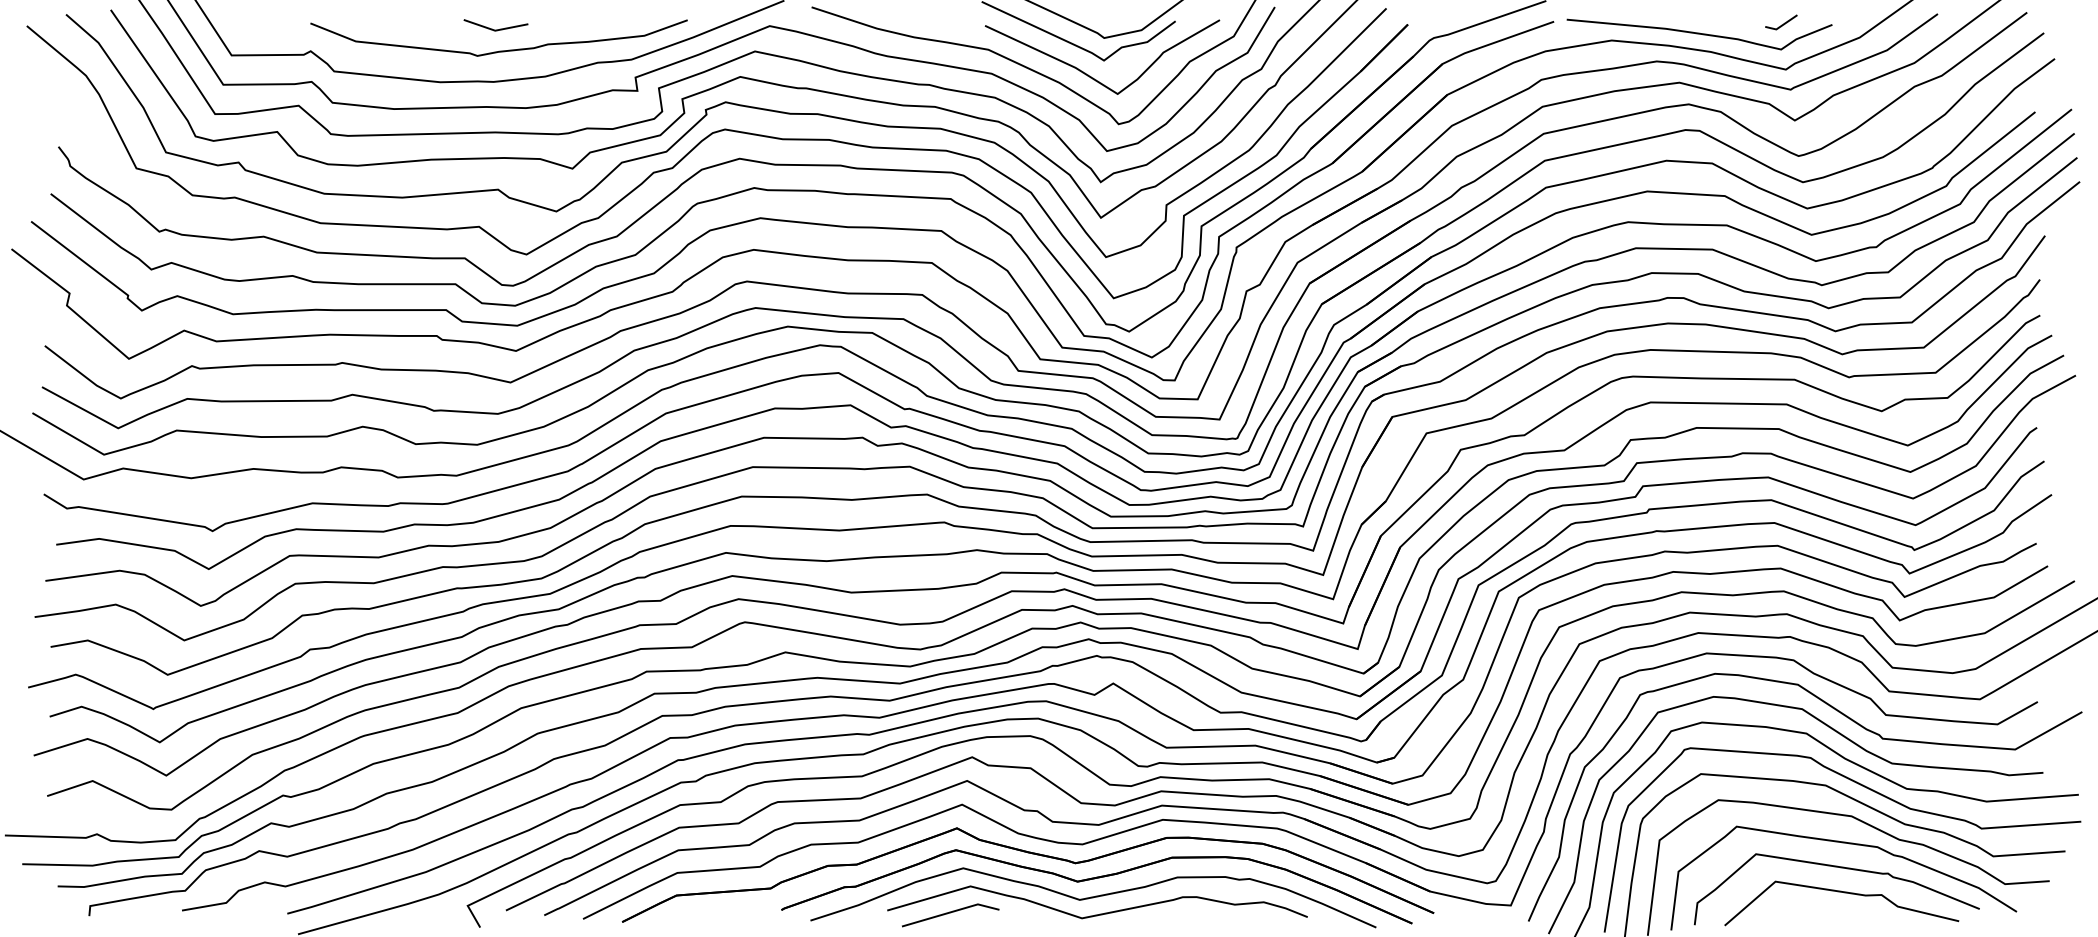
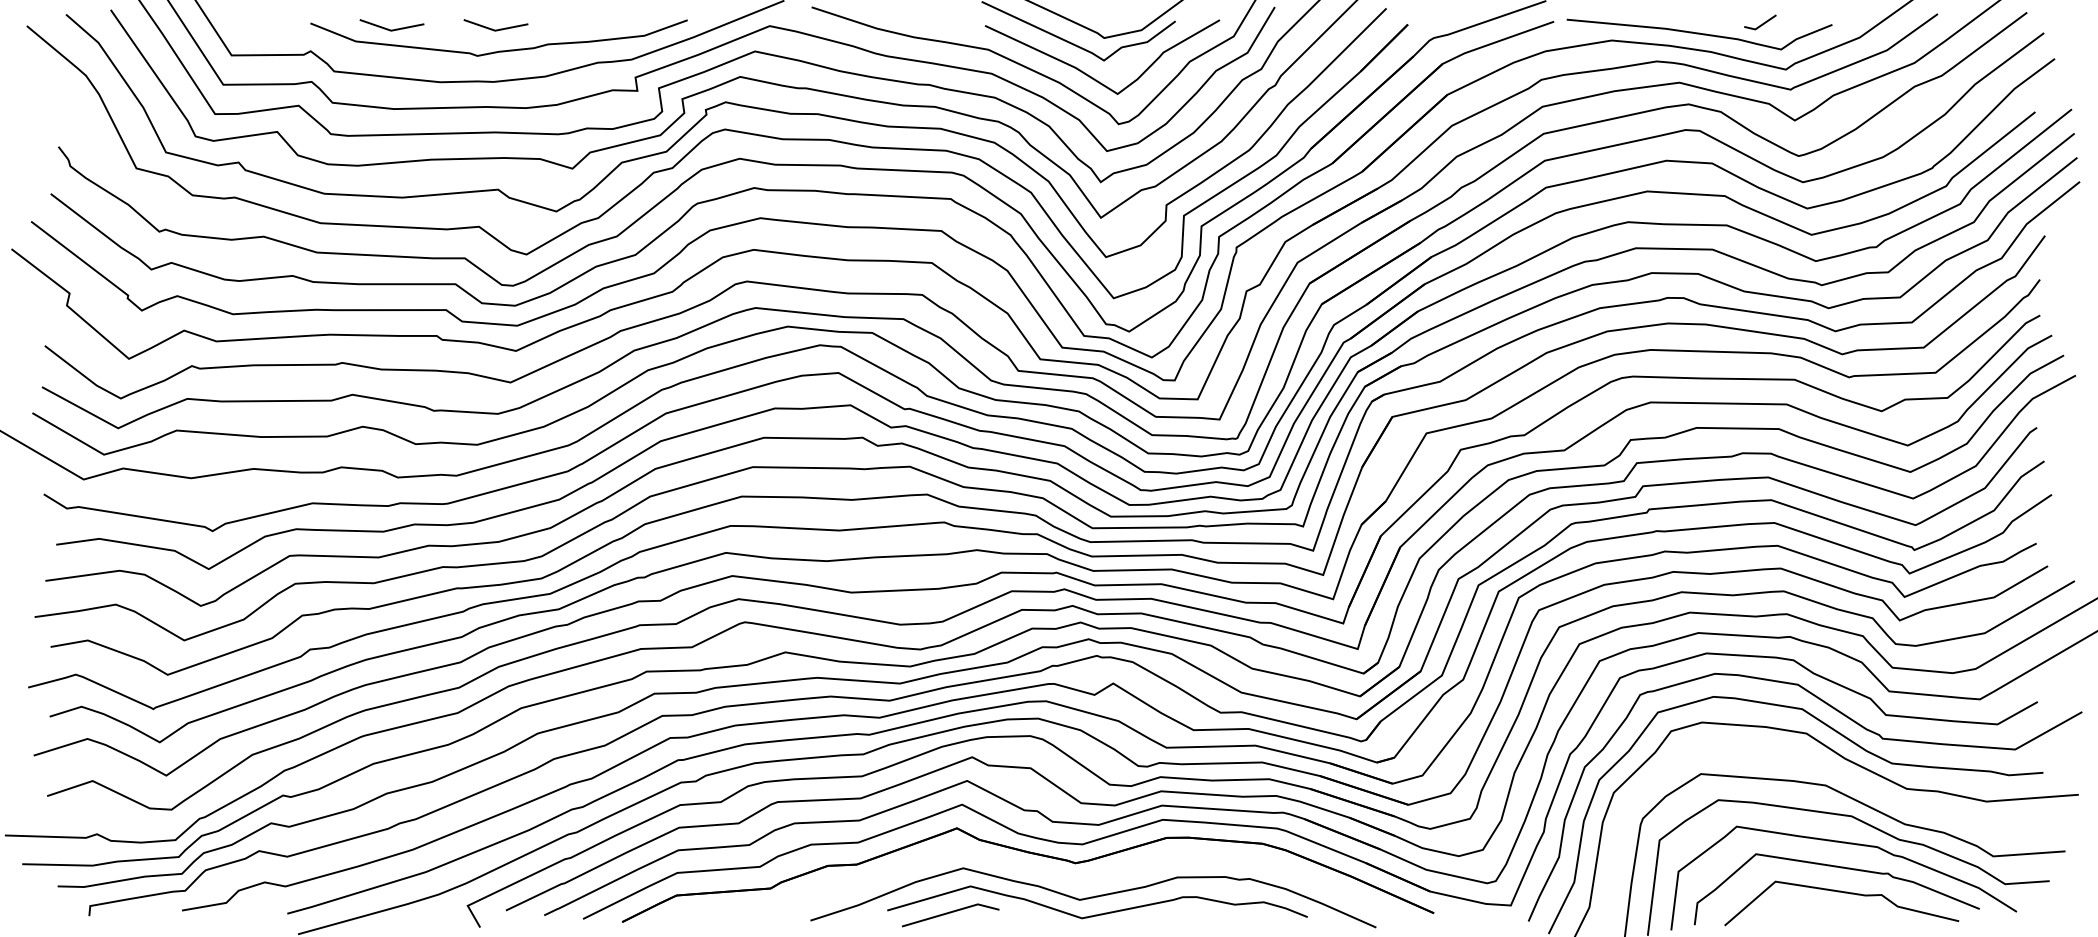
line at (1781, 24) position: (1781, 24) -> (1760, 24)
line at (391, 29): none -> present
curve at (1868, 789): present -> none
part at (1094, 879): present -> none
